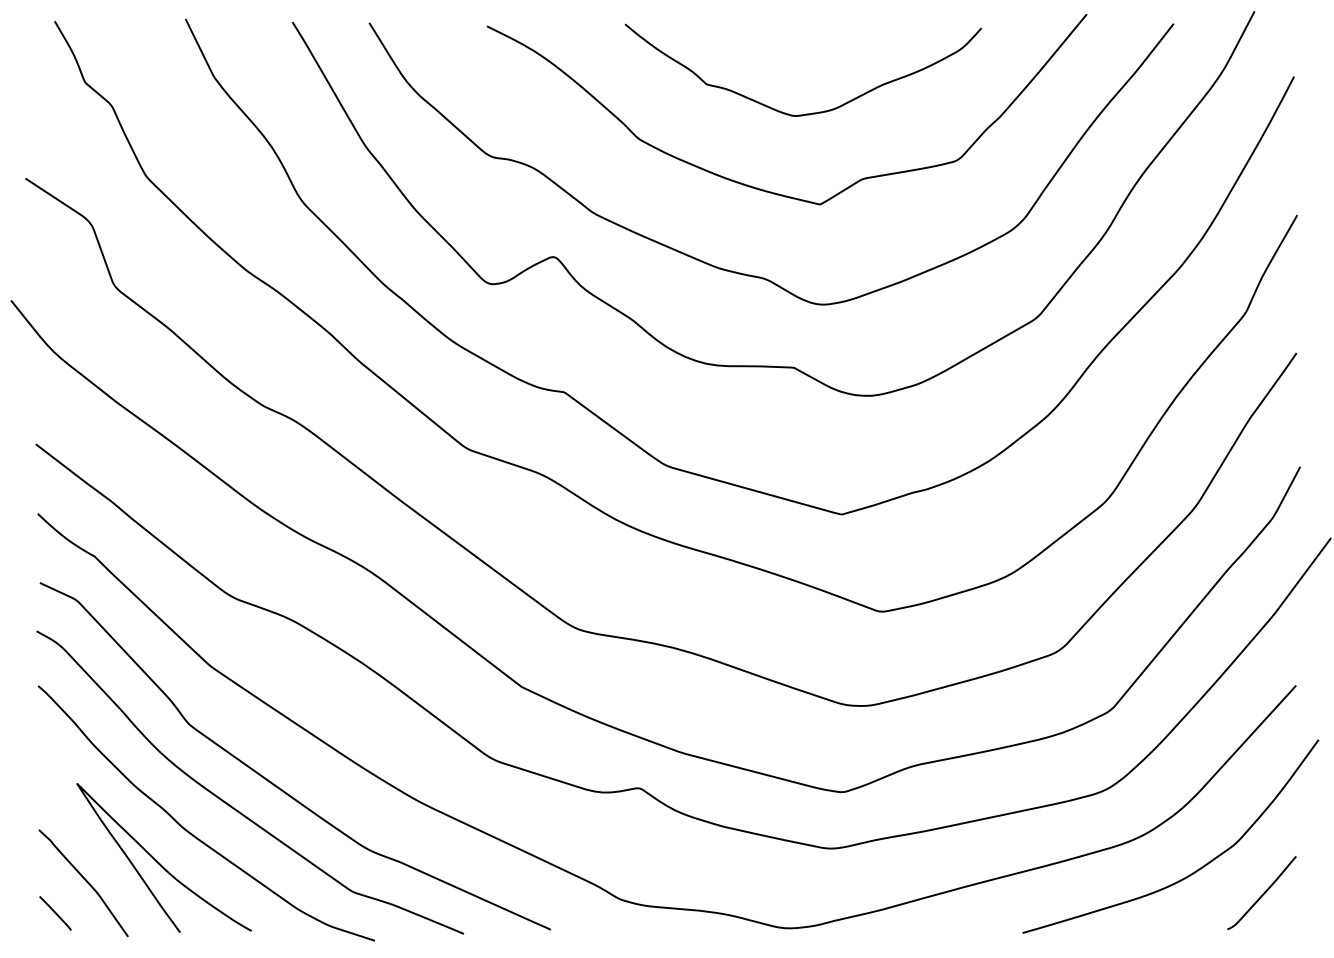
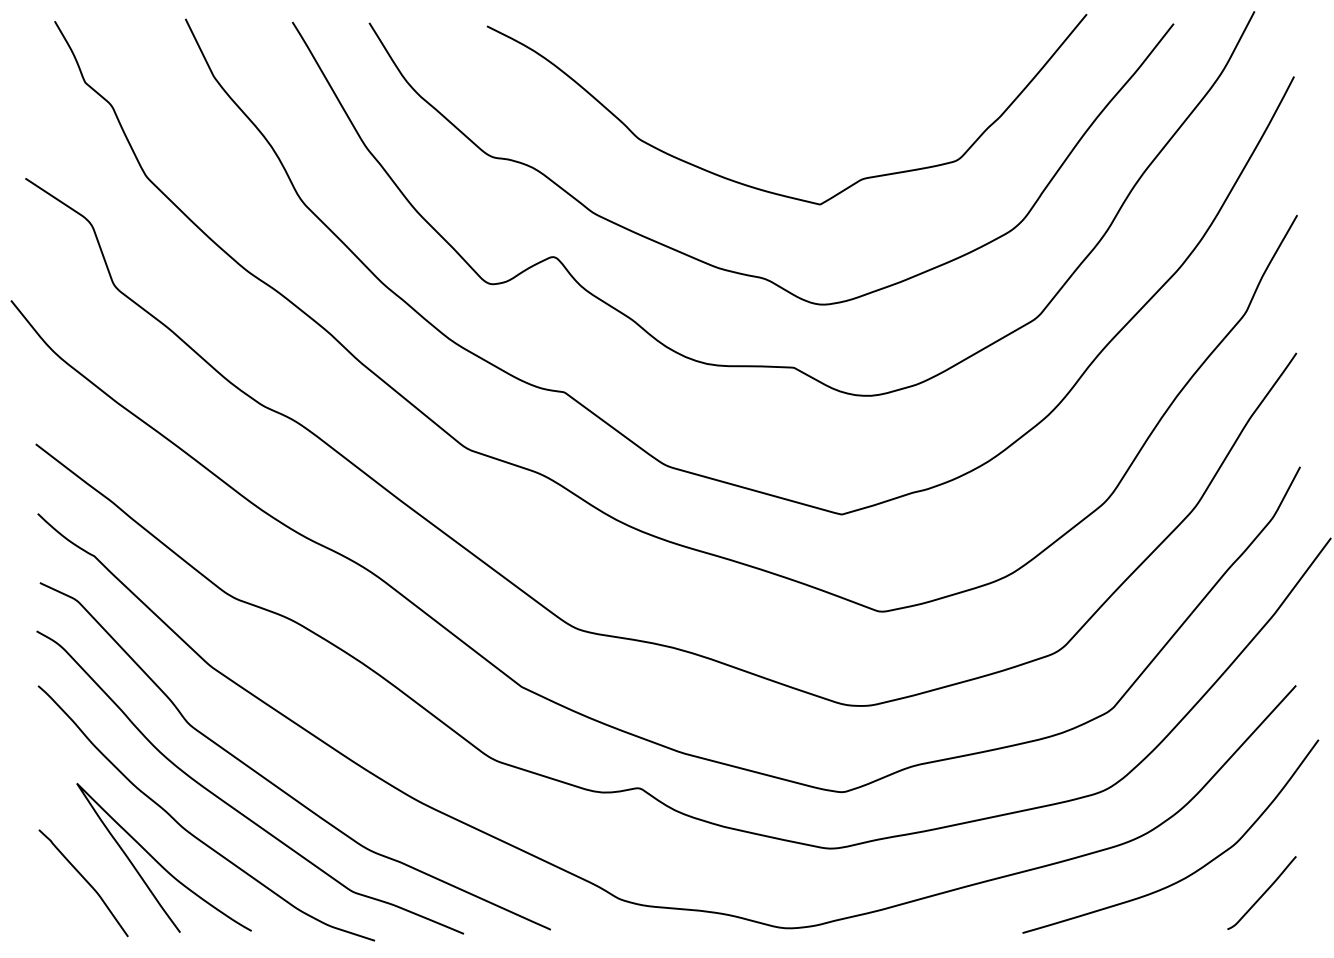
curve at (812, 112): present -> none
line at (55, 913): present -> none
